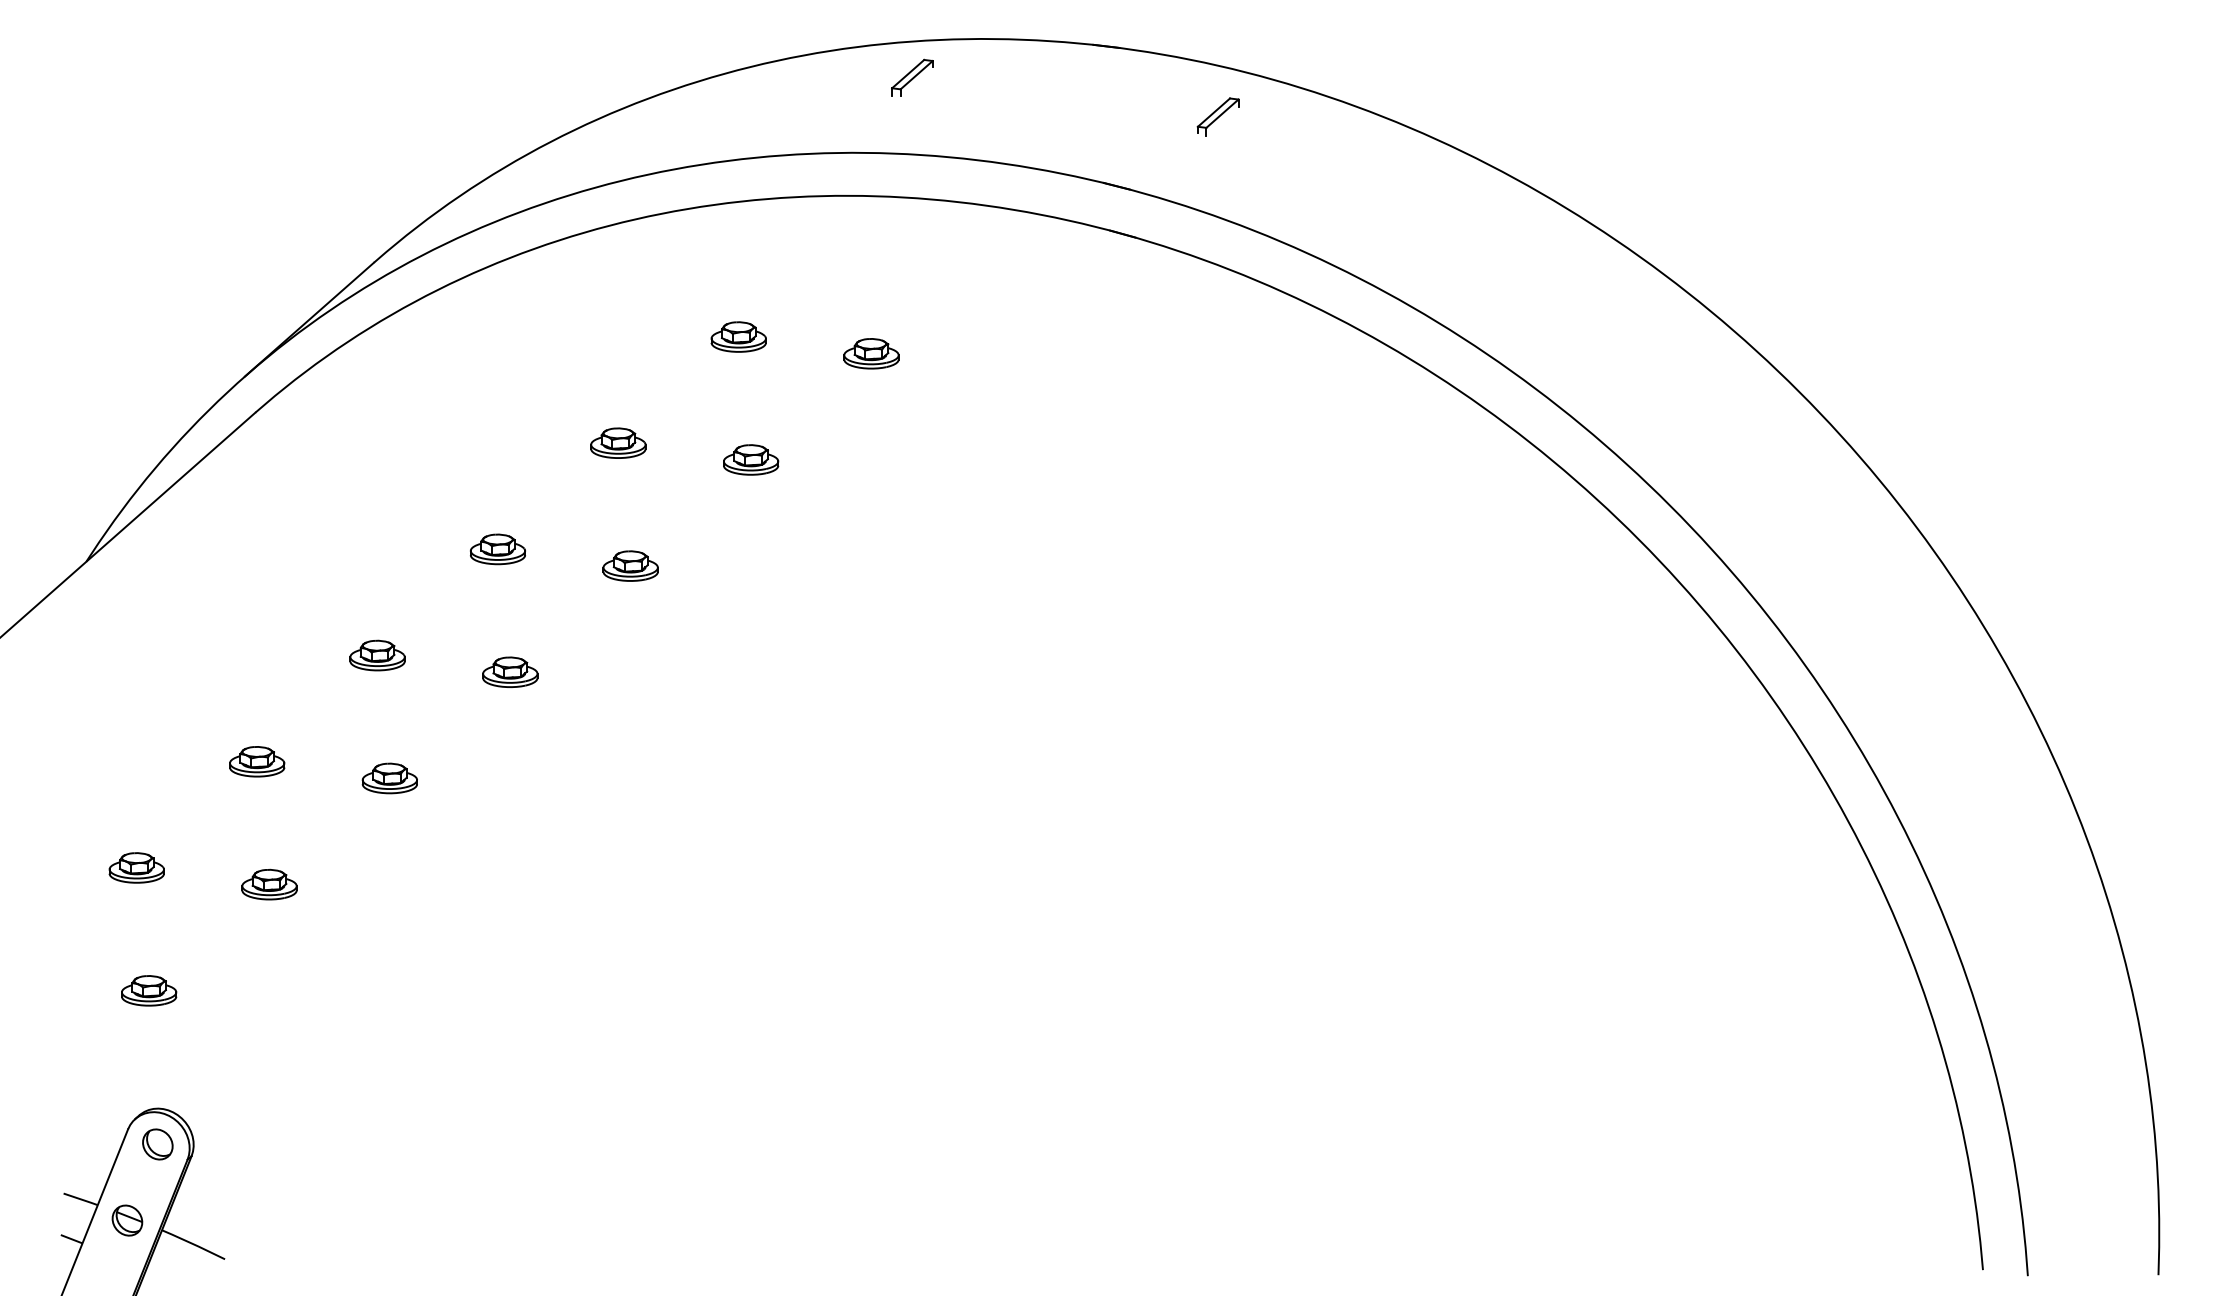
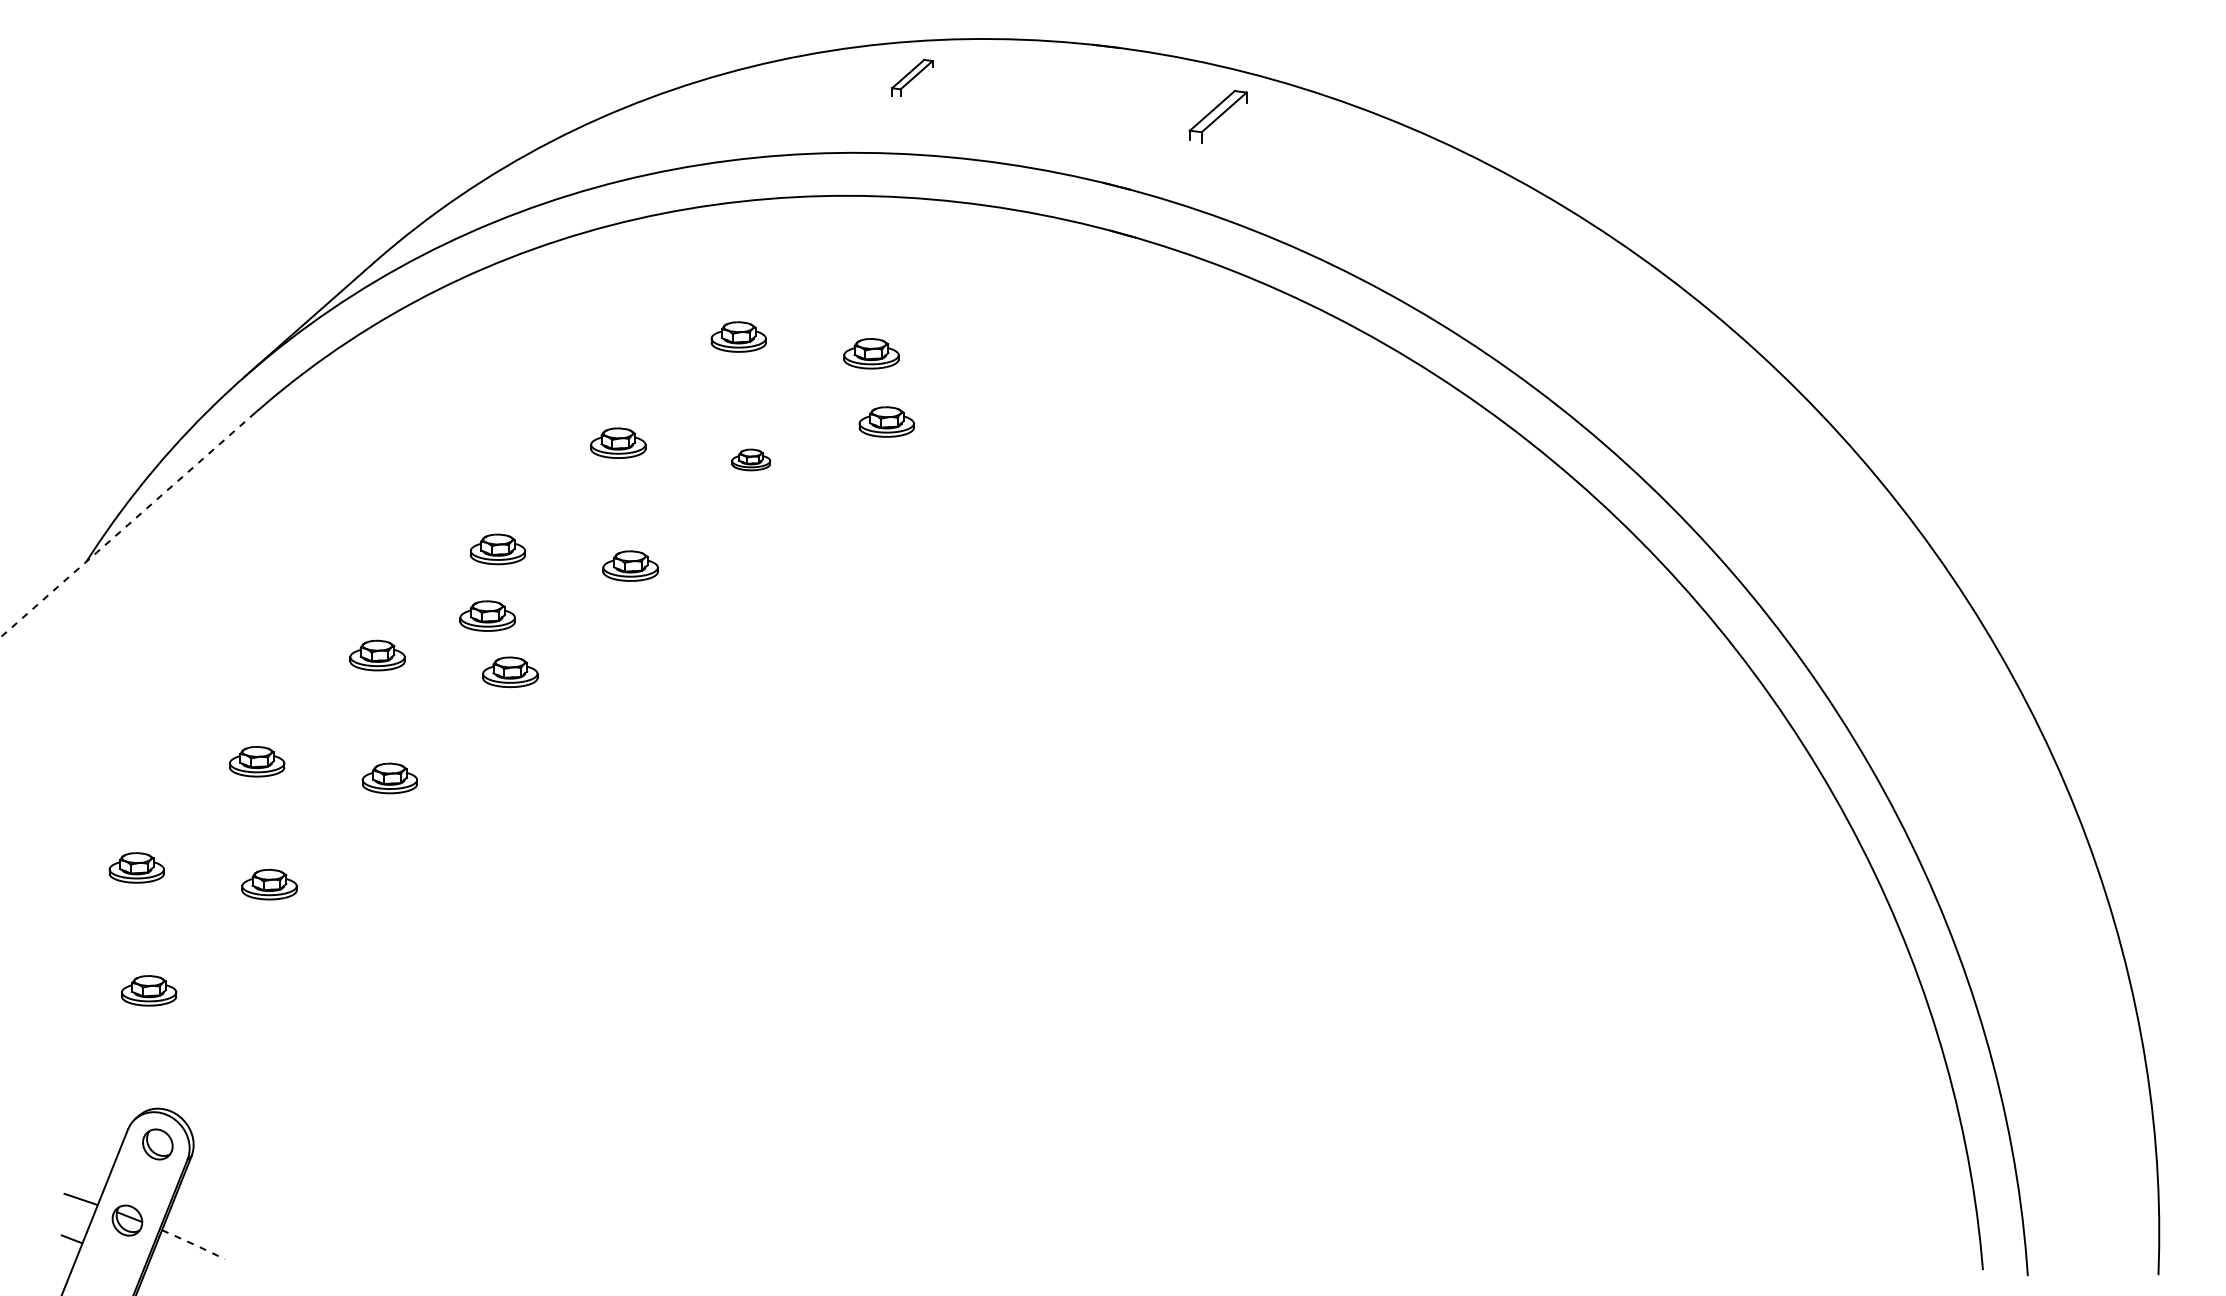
part at (1217, 116) size: 44x40 px -> 60x54 px
part at (886, 421): none -> present
part at (751, 459) size: 57x32 px -> 41x24 px
line at (127, 525): solid -> dashed
part at (487, 615): none -> present
line at (194, 1244): solid -> dashed
